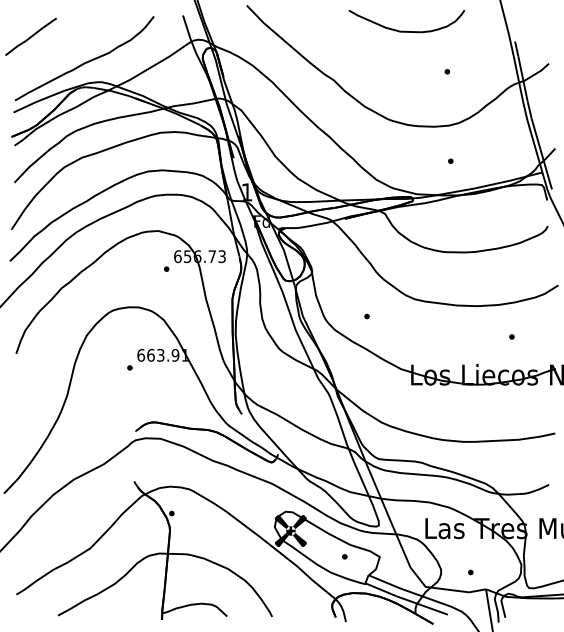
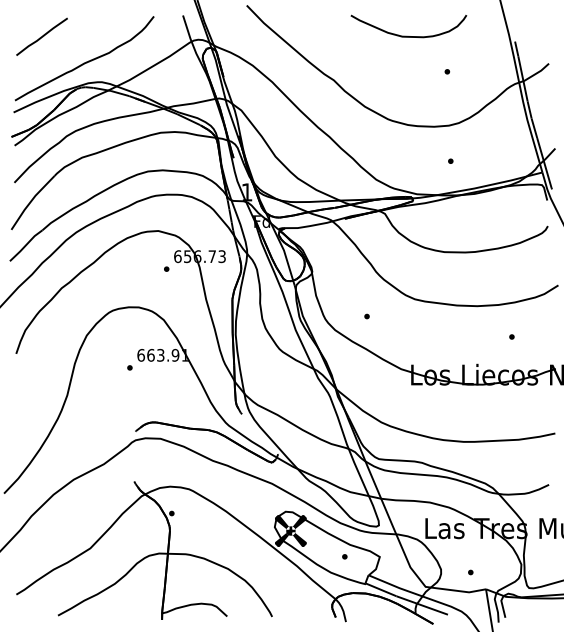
curve at (405, 30) position: (405, 30) -> (407, 35)
line at (30, 36) position: (30, 36) -> (41, 36)
